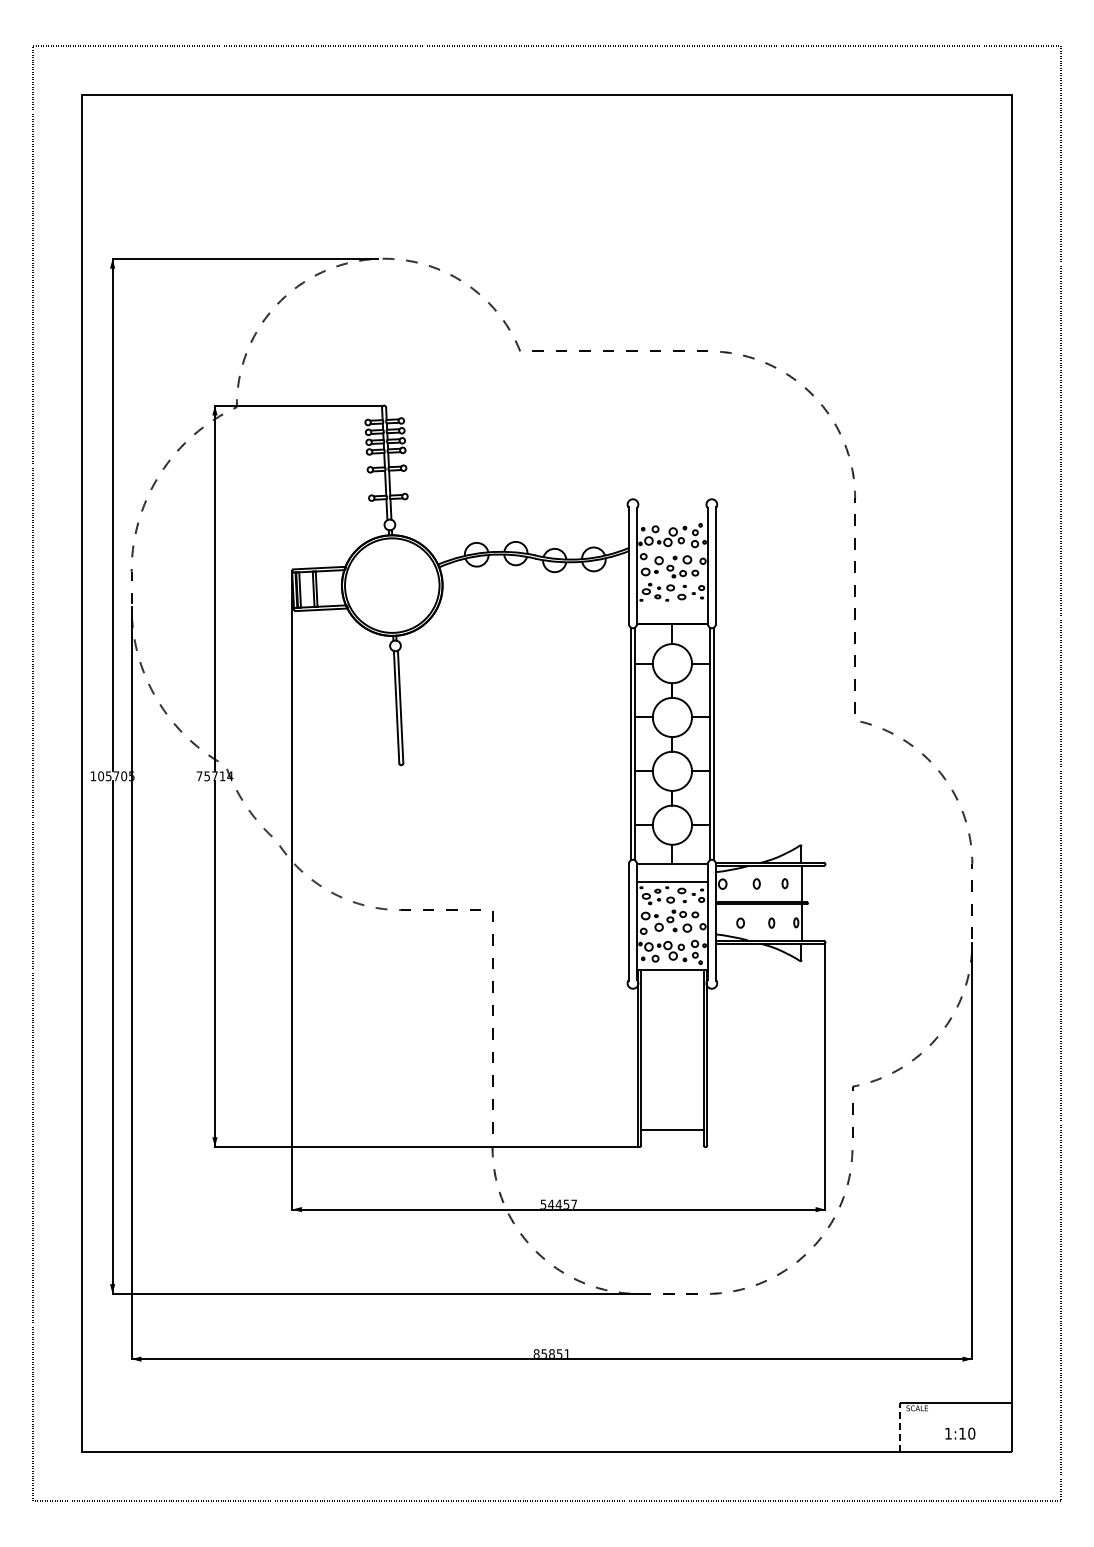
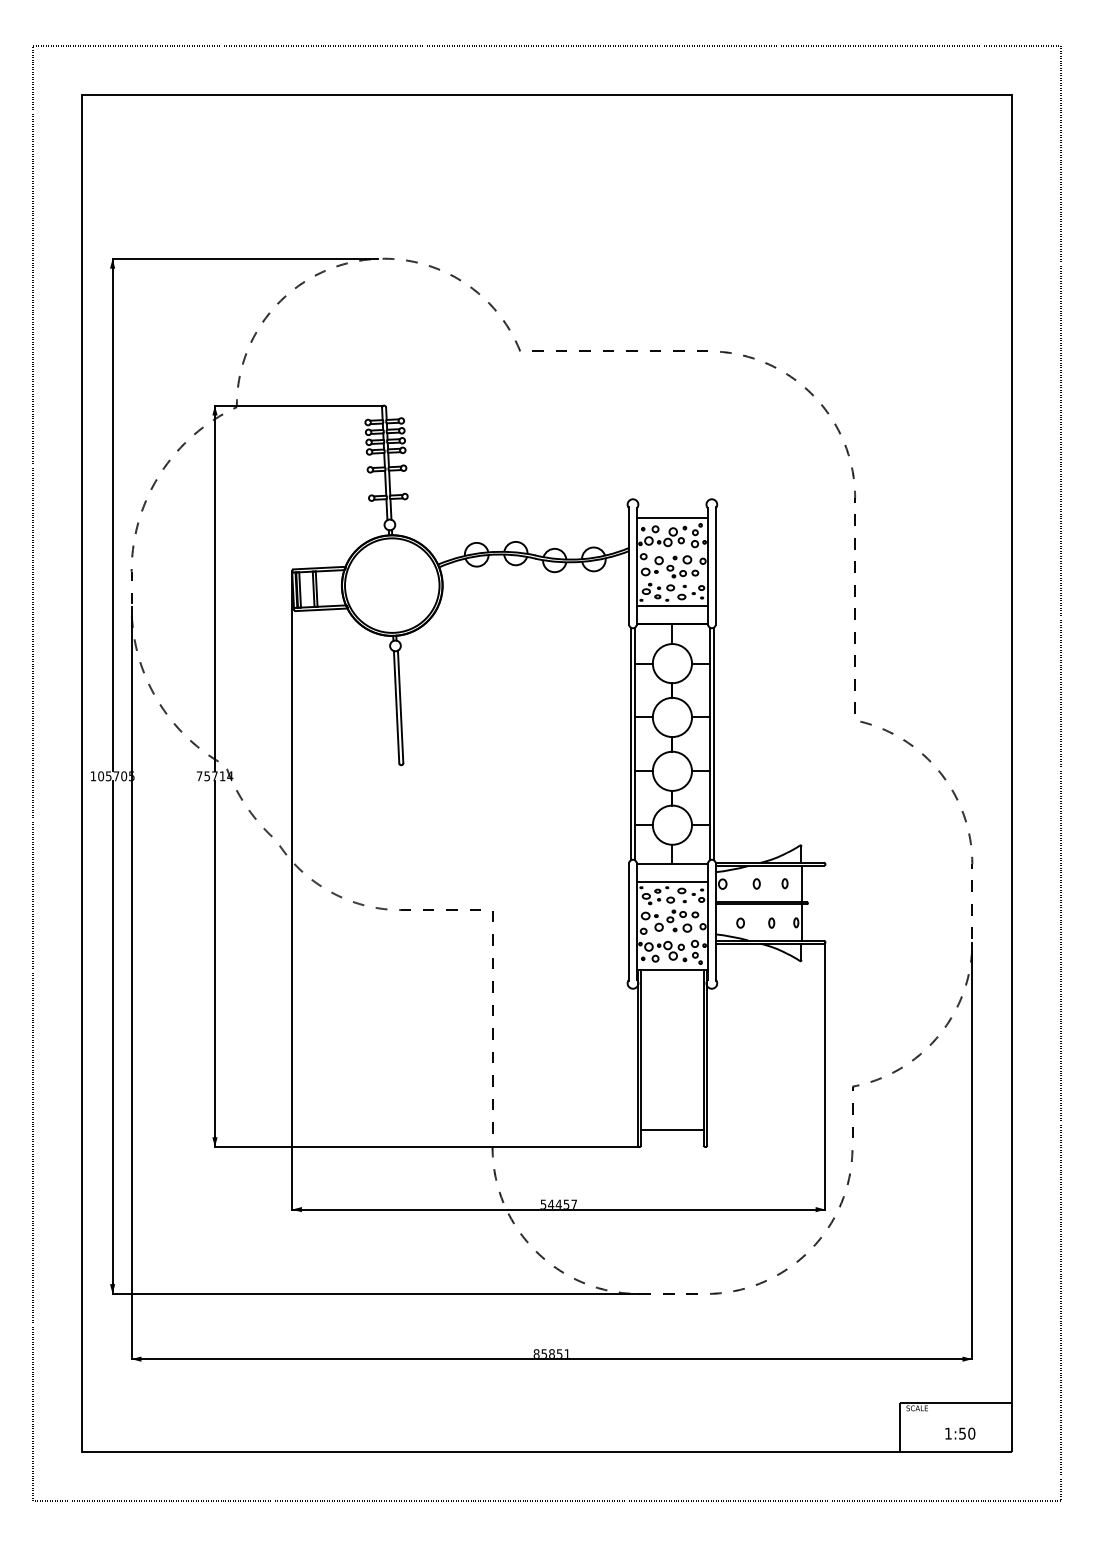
line at (672, 517): none -> present
line at (672, 605): none -> present
line at (900, 1426): dashed -> solid
text at (962, 1433): 1:10 -> 1:50
